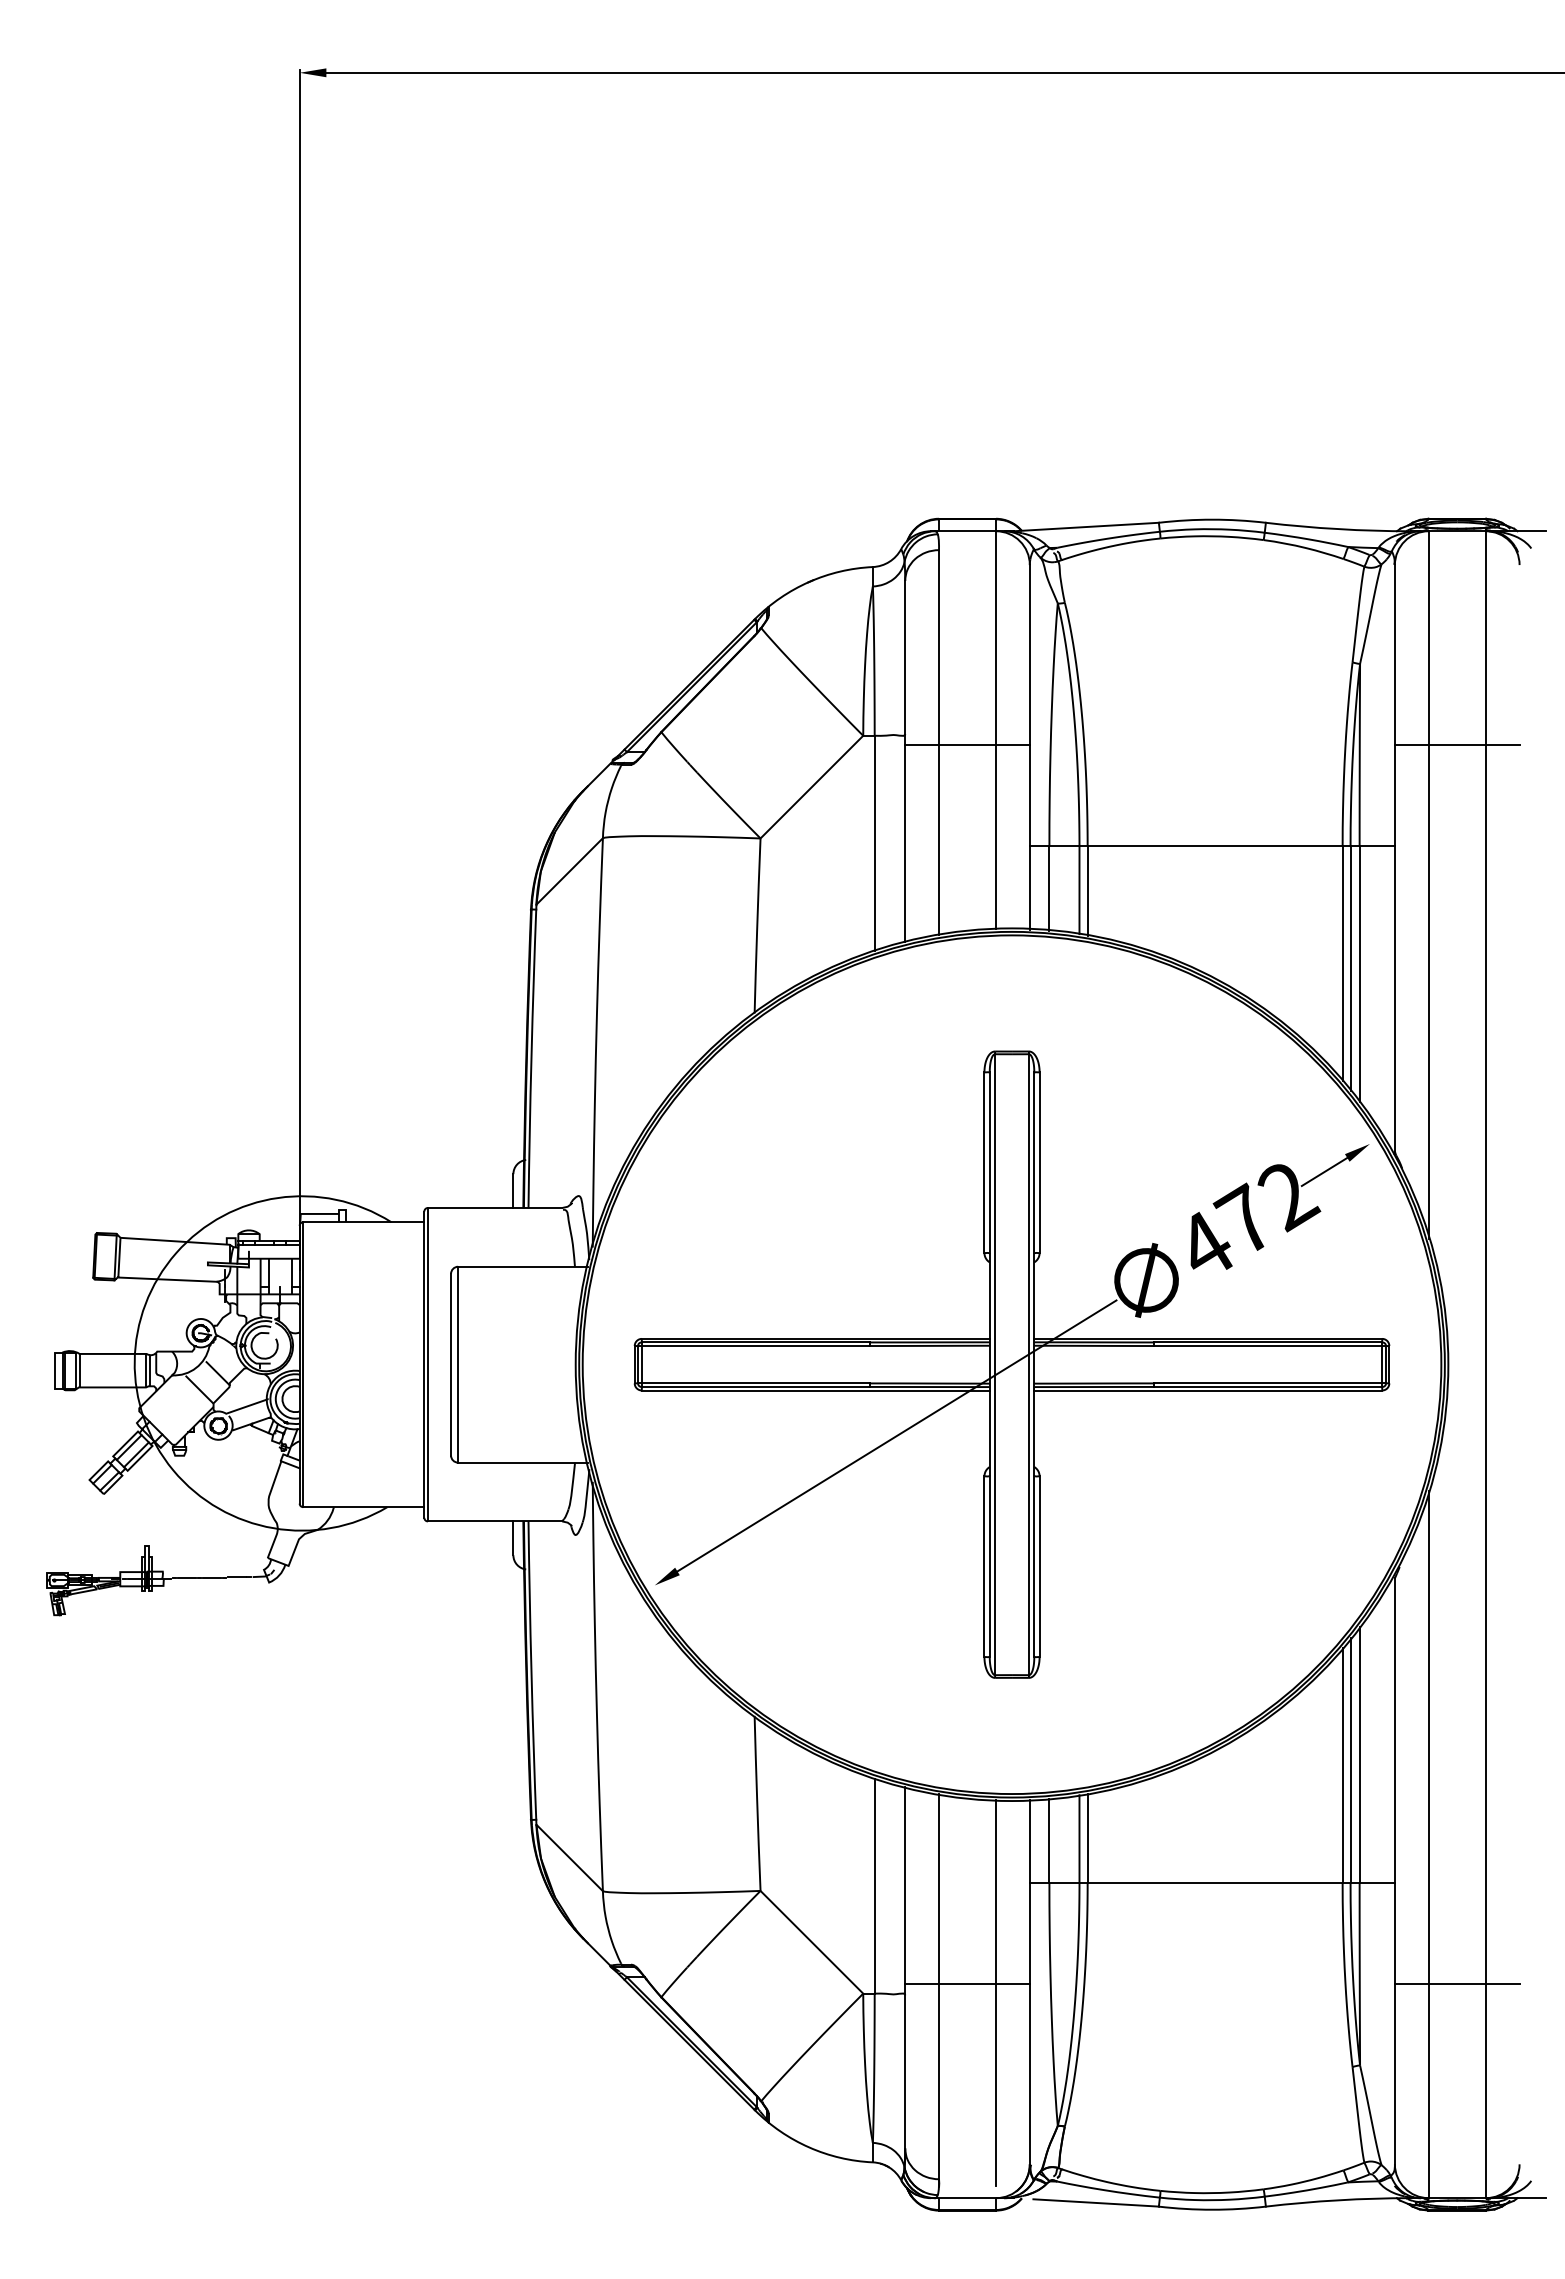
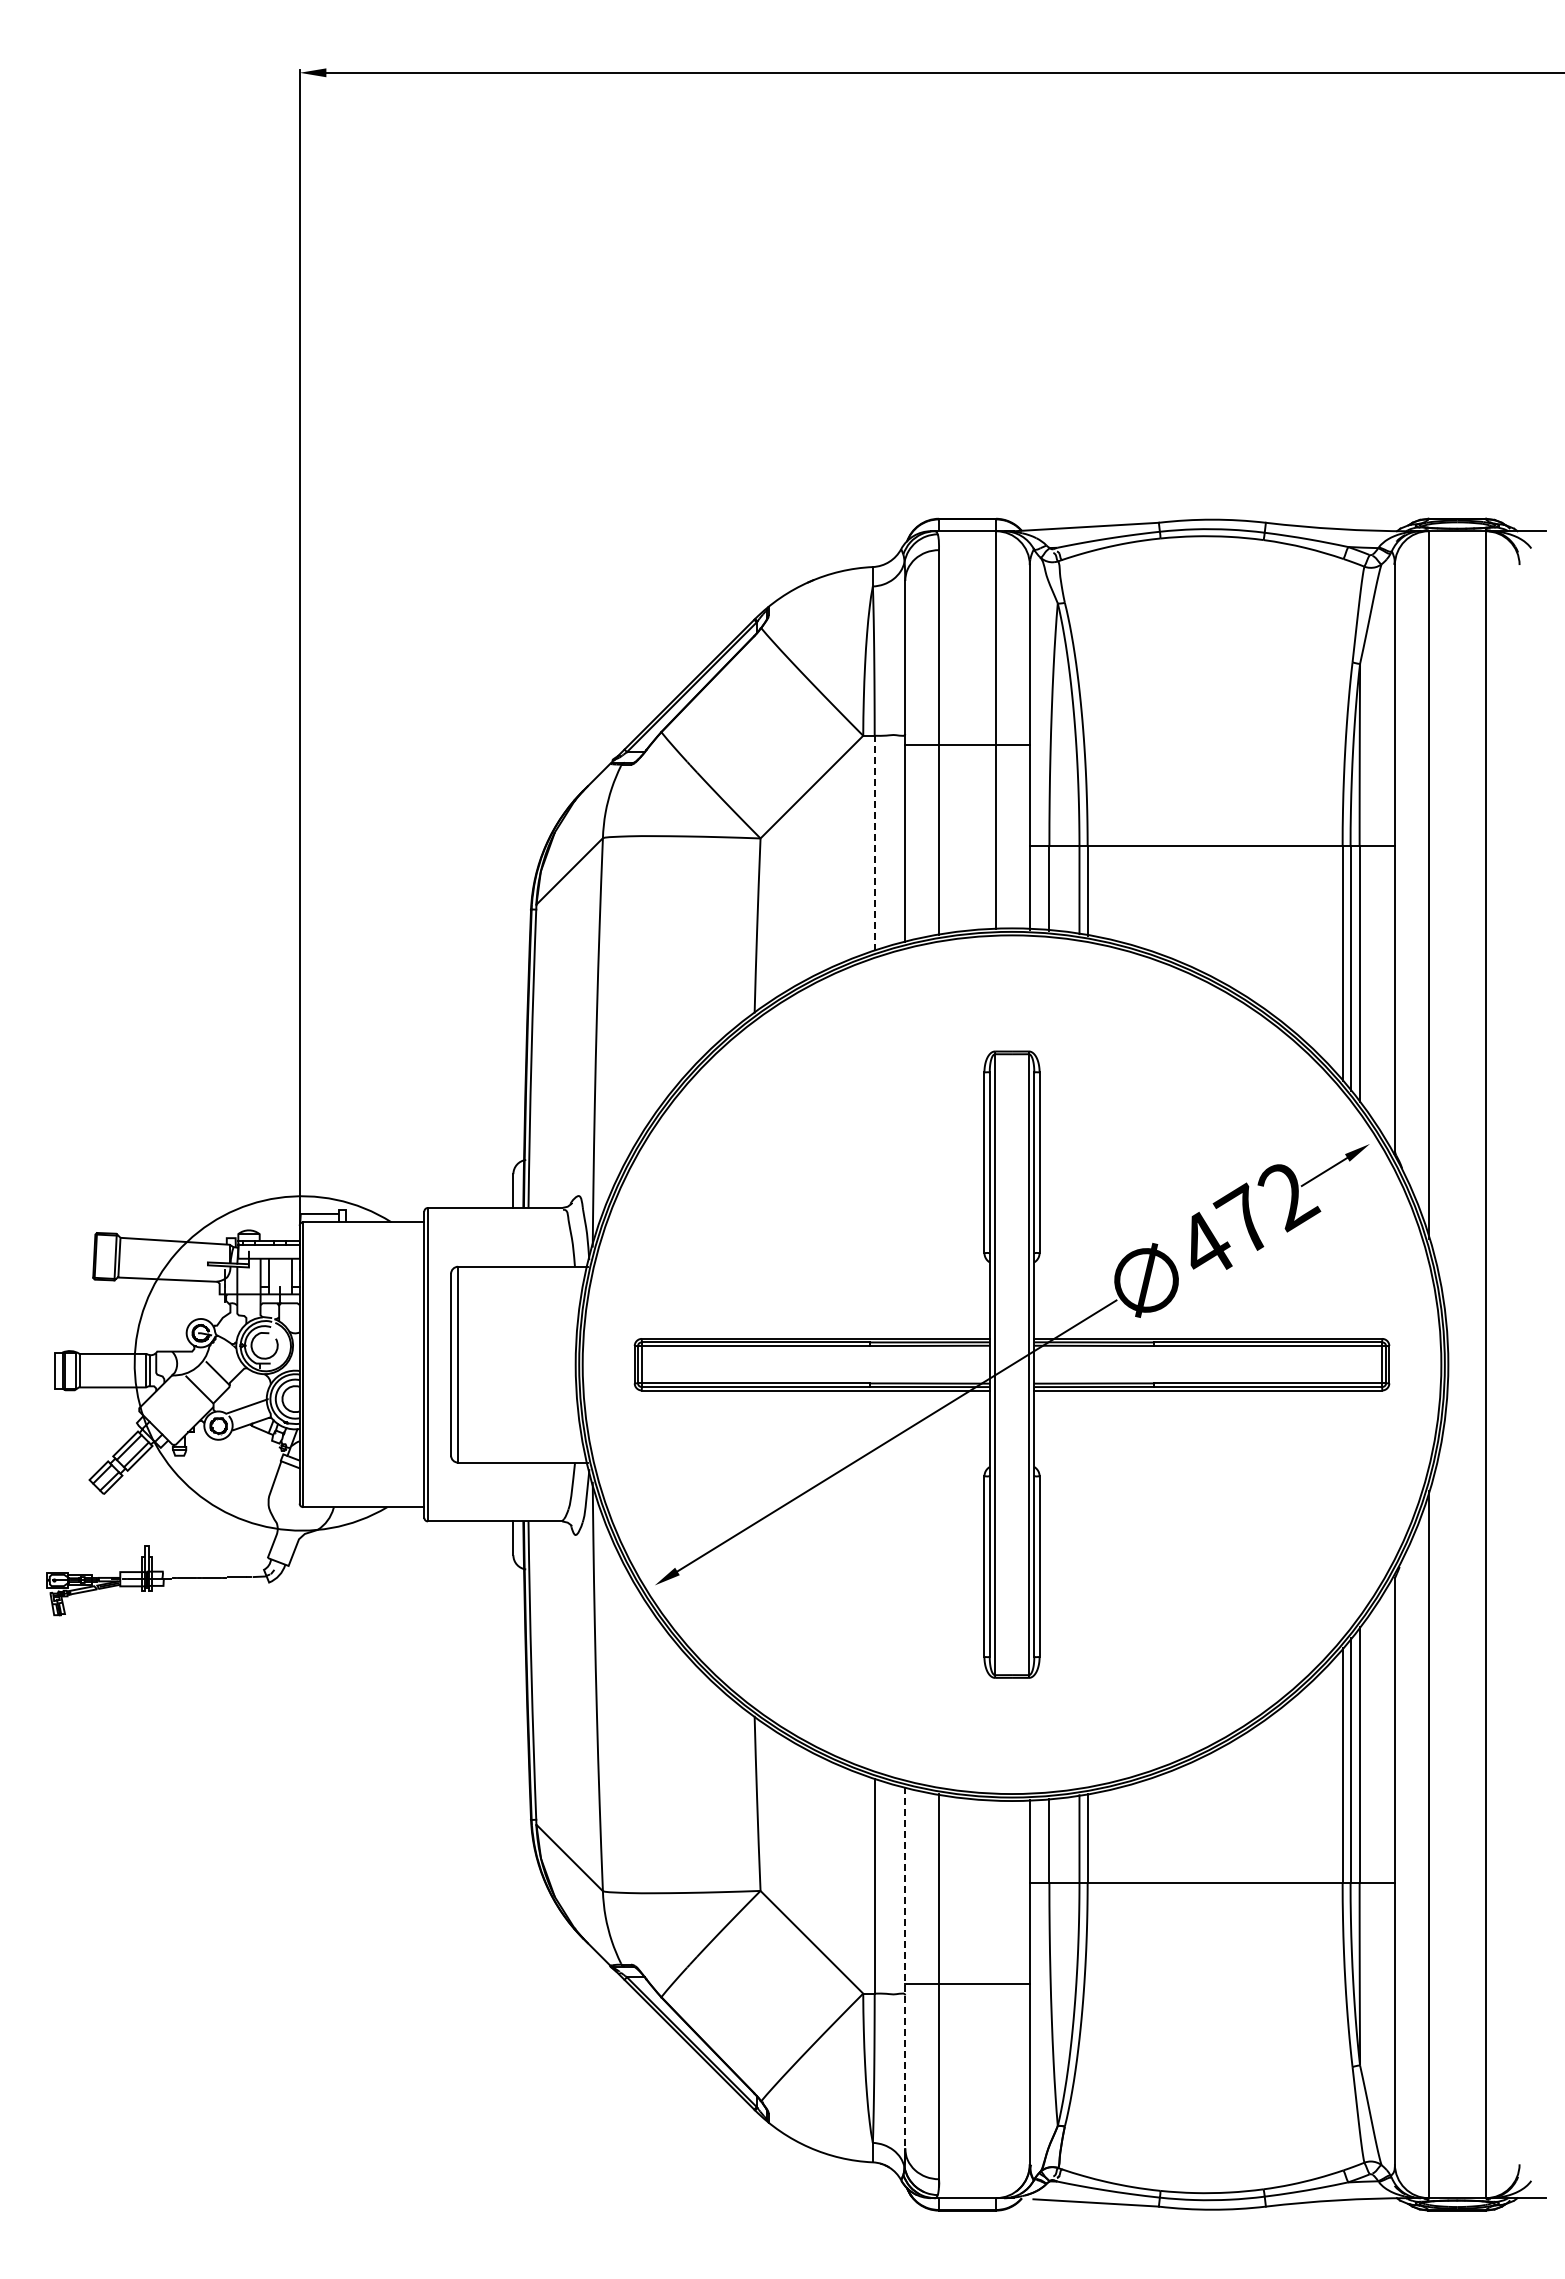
line at (1456, 744): present -> none
line at (874, 843): solid -> dashed
line at (905, 1967): solid -> dashed
line at (1456, 1984): present -> none
line at (996, 1992): present -> none
